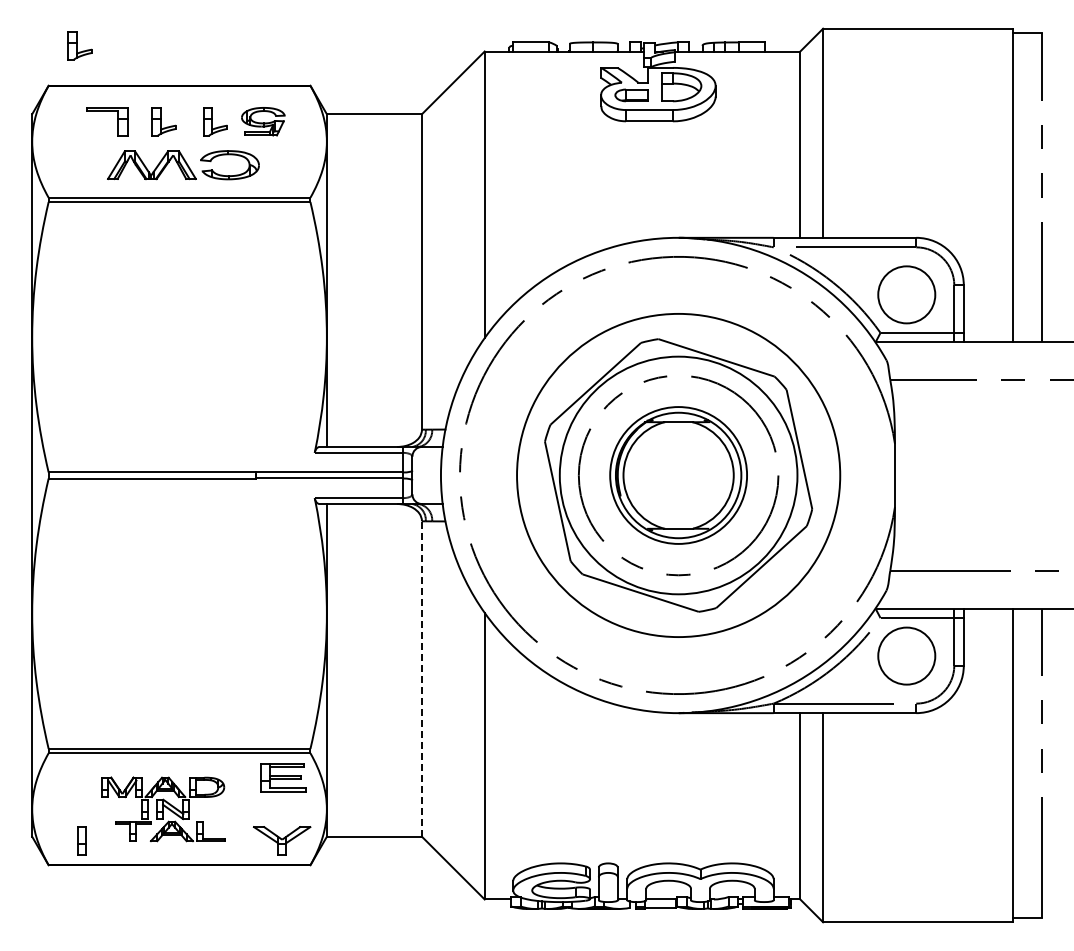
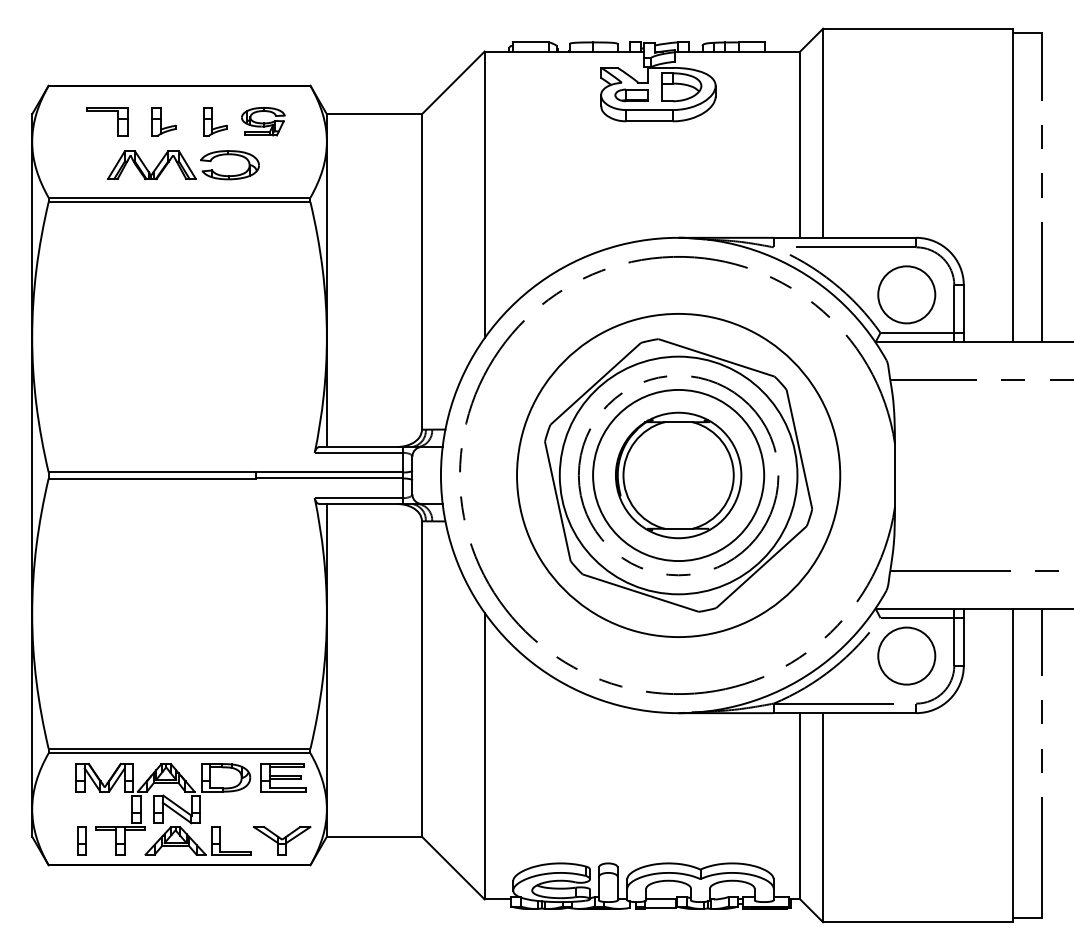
part at (79, 45): present -> none
circle at (678, 475) diameter: 137 px -> 171 px
line at (421, 679): dashed -> solid
part at (163, 809) size: 125x67 px -> 177x93 px
